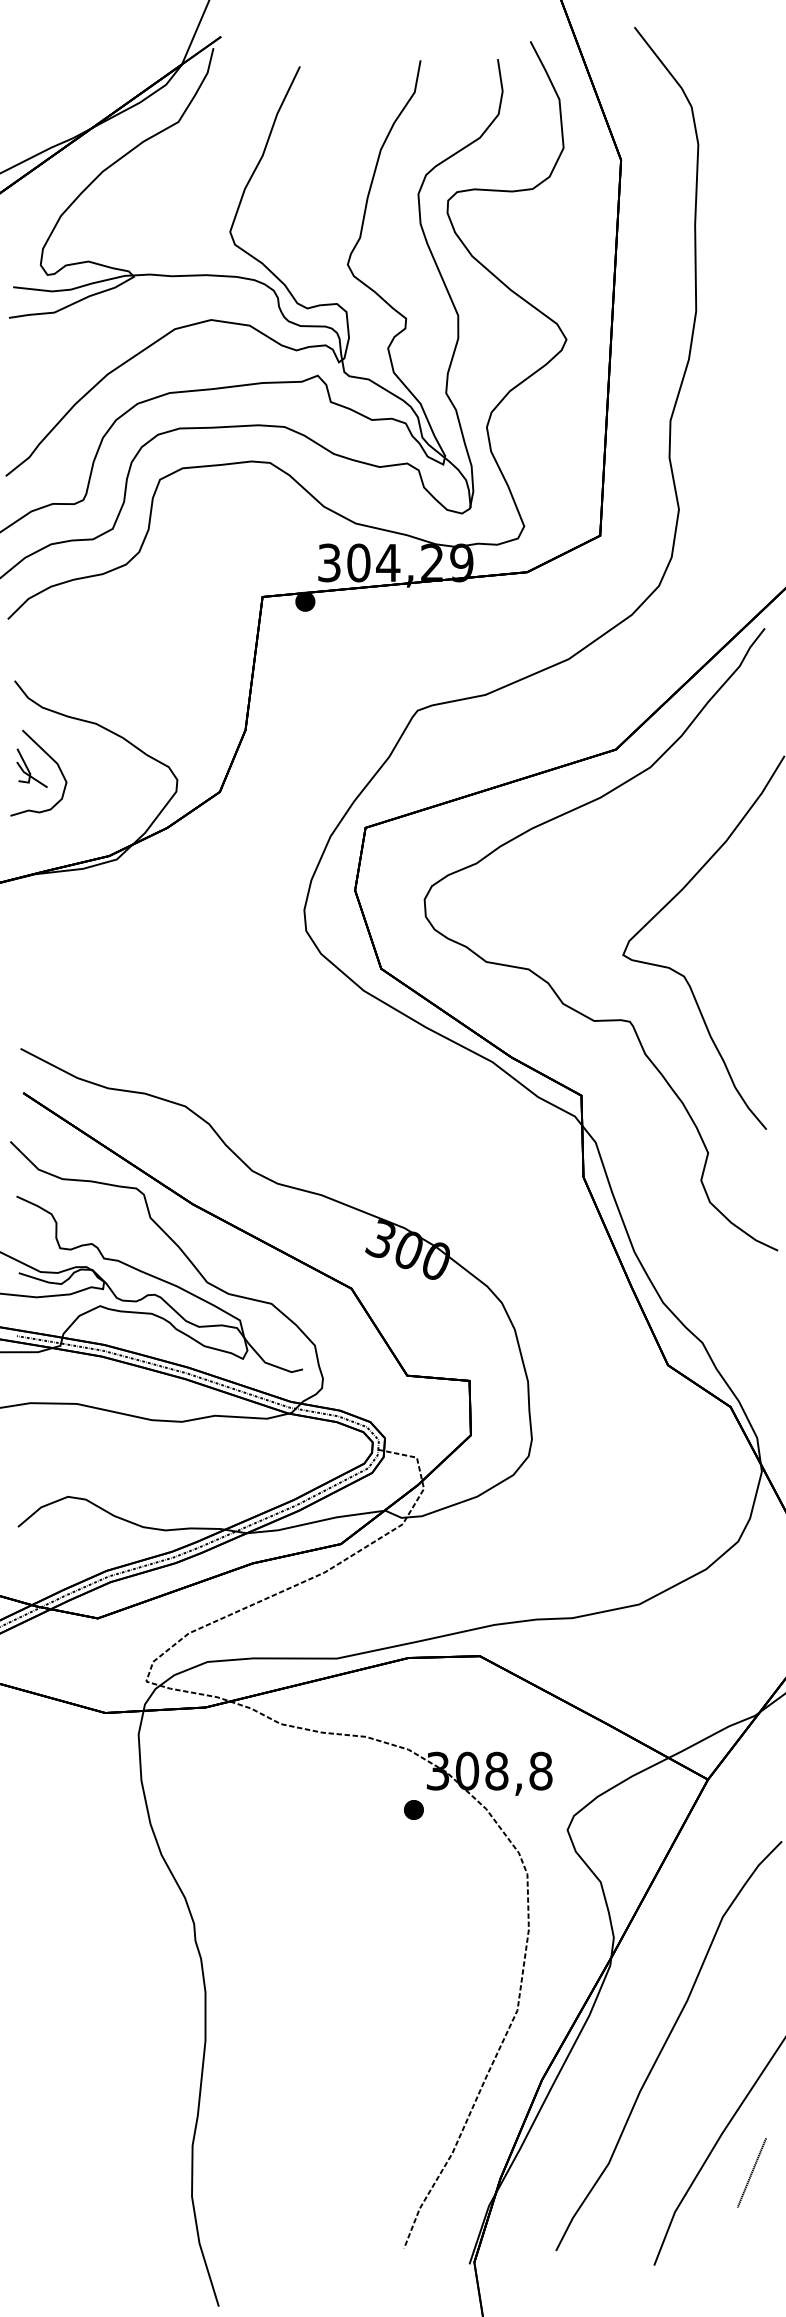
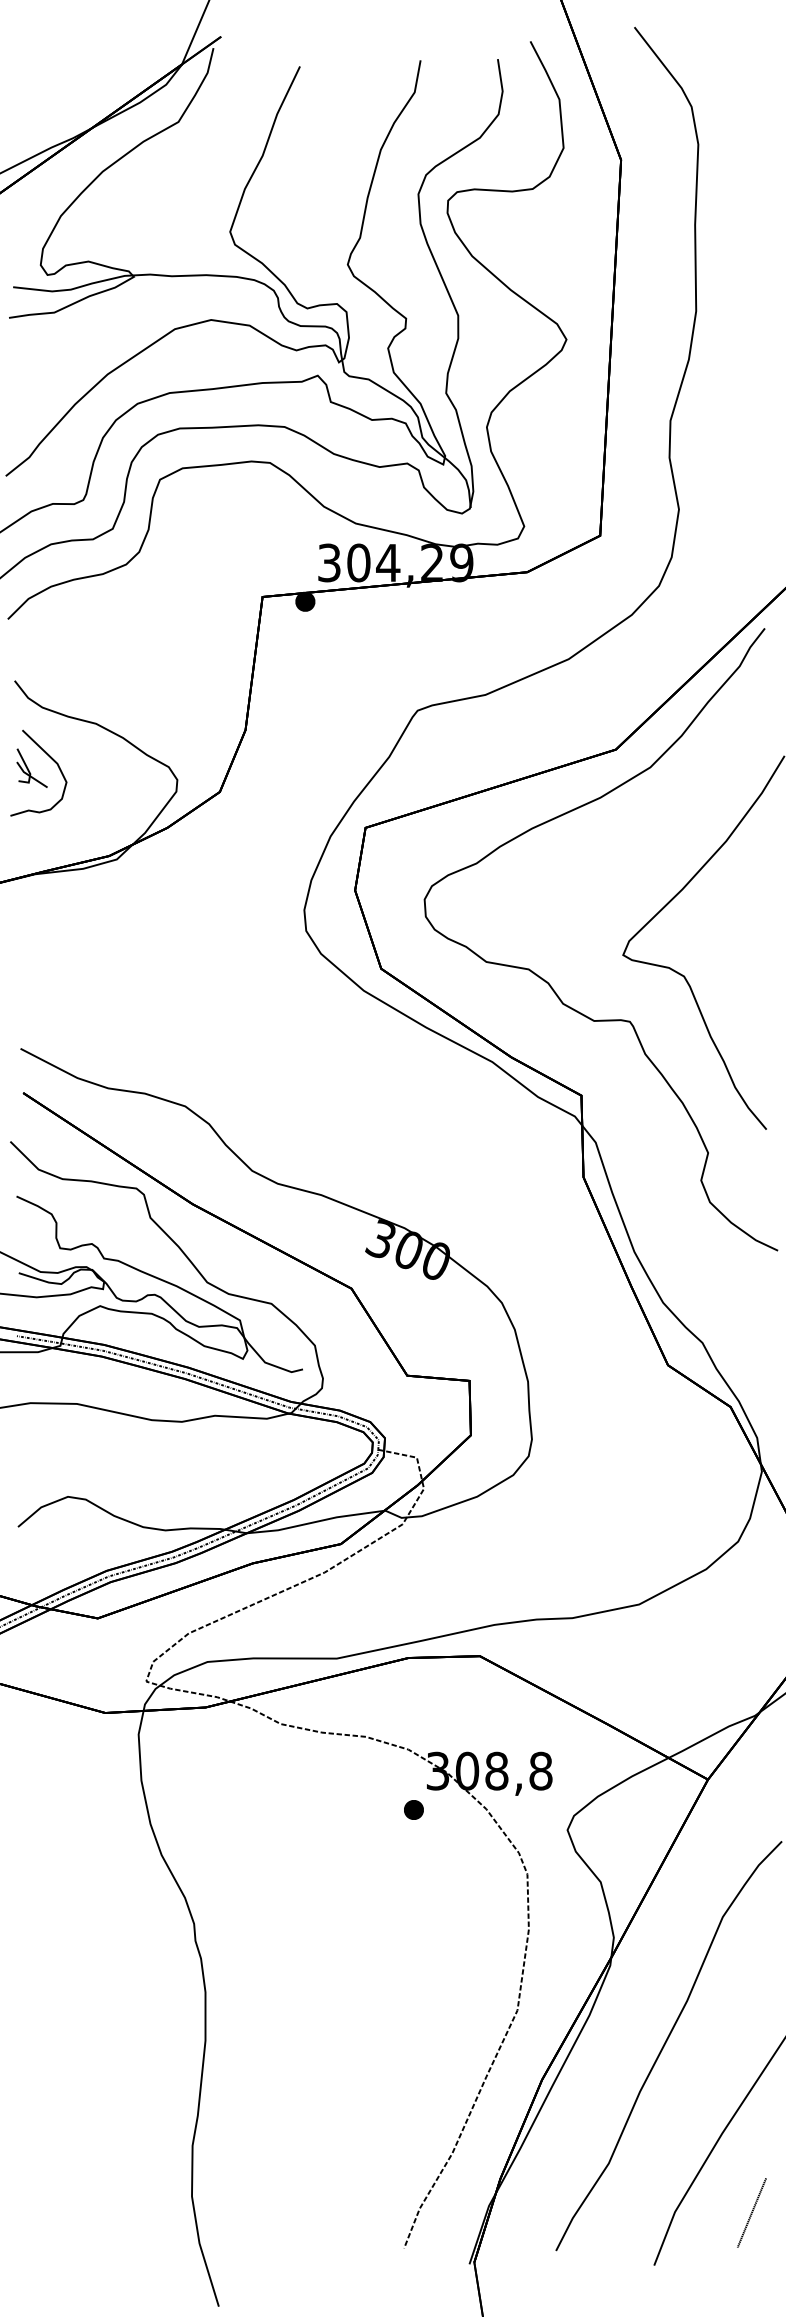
line at (751, 2172) position: (751, 2172) -> (751, 2212)
